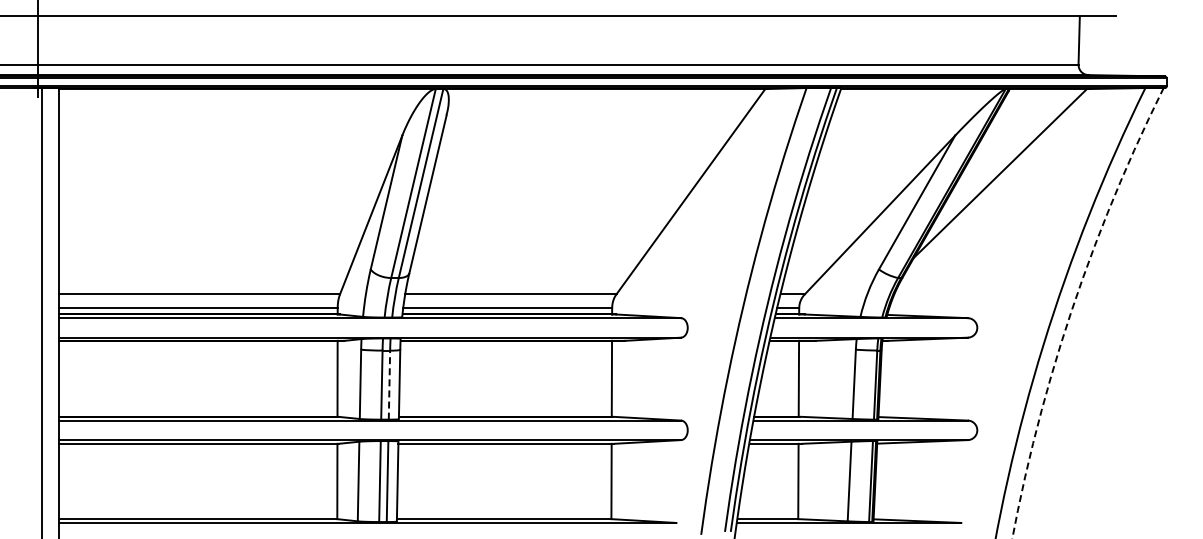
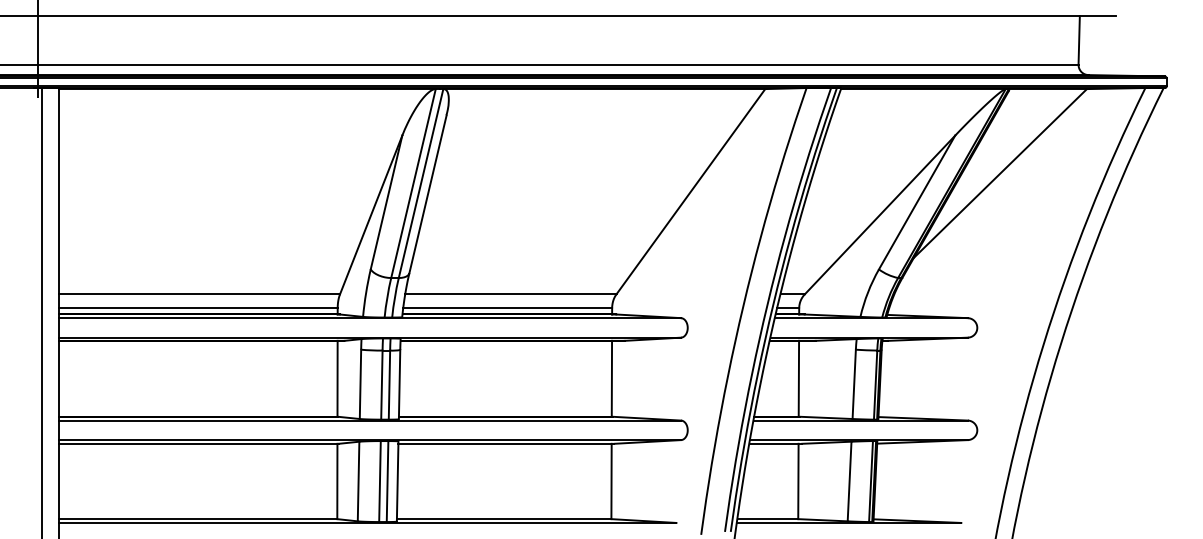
arc at (1072, 309): dashed -> solid
line at (389, 385): dashed -> solid
